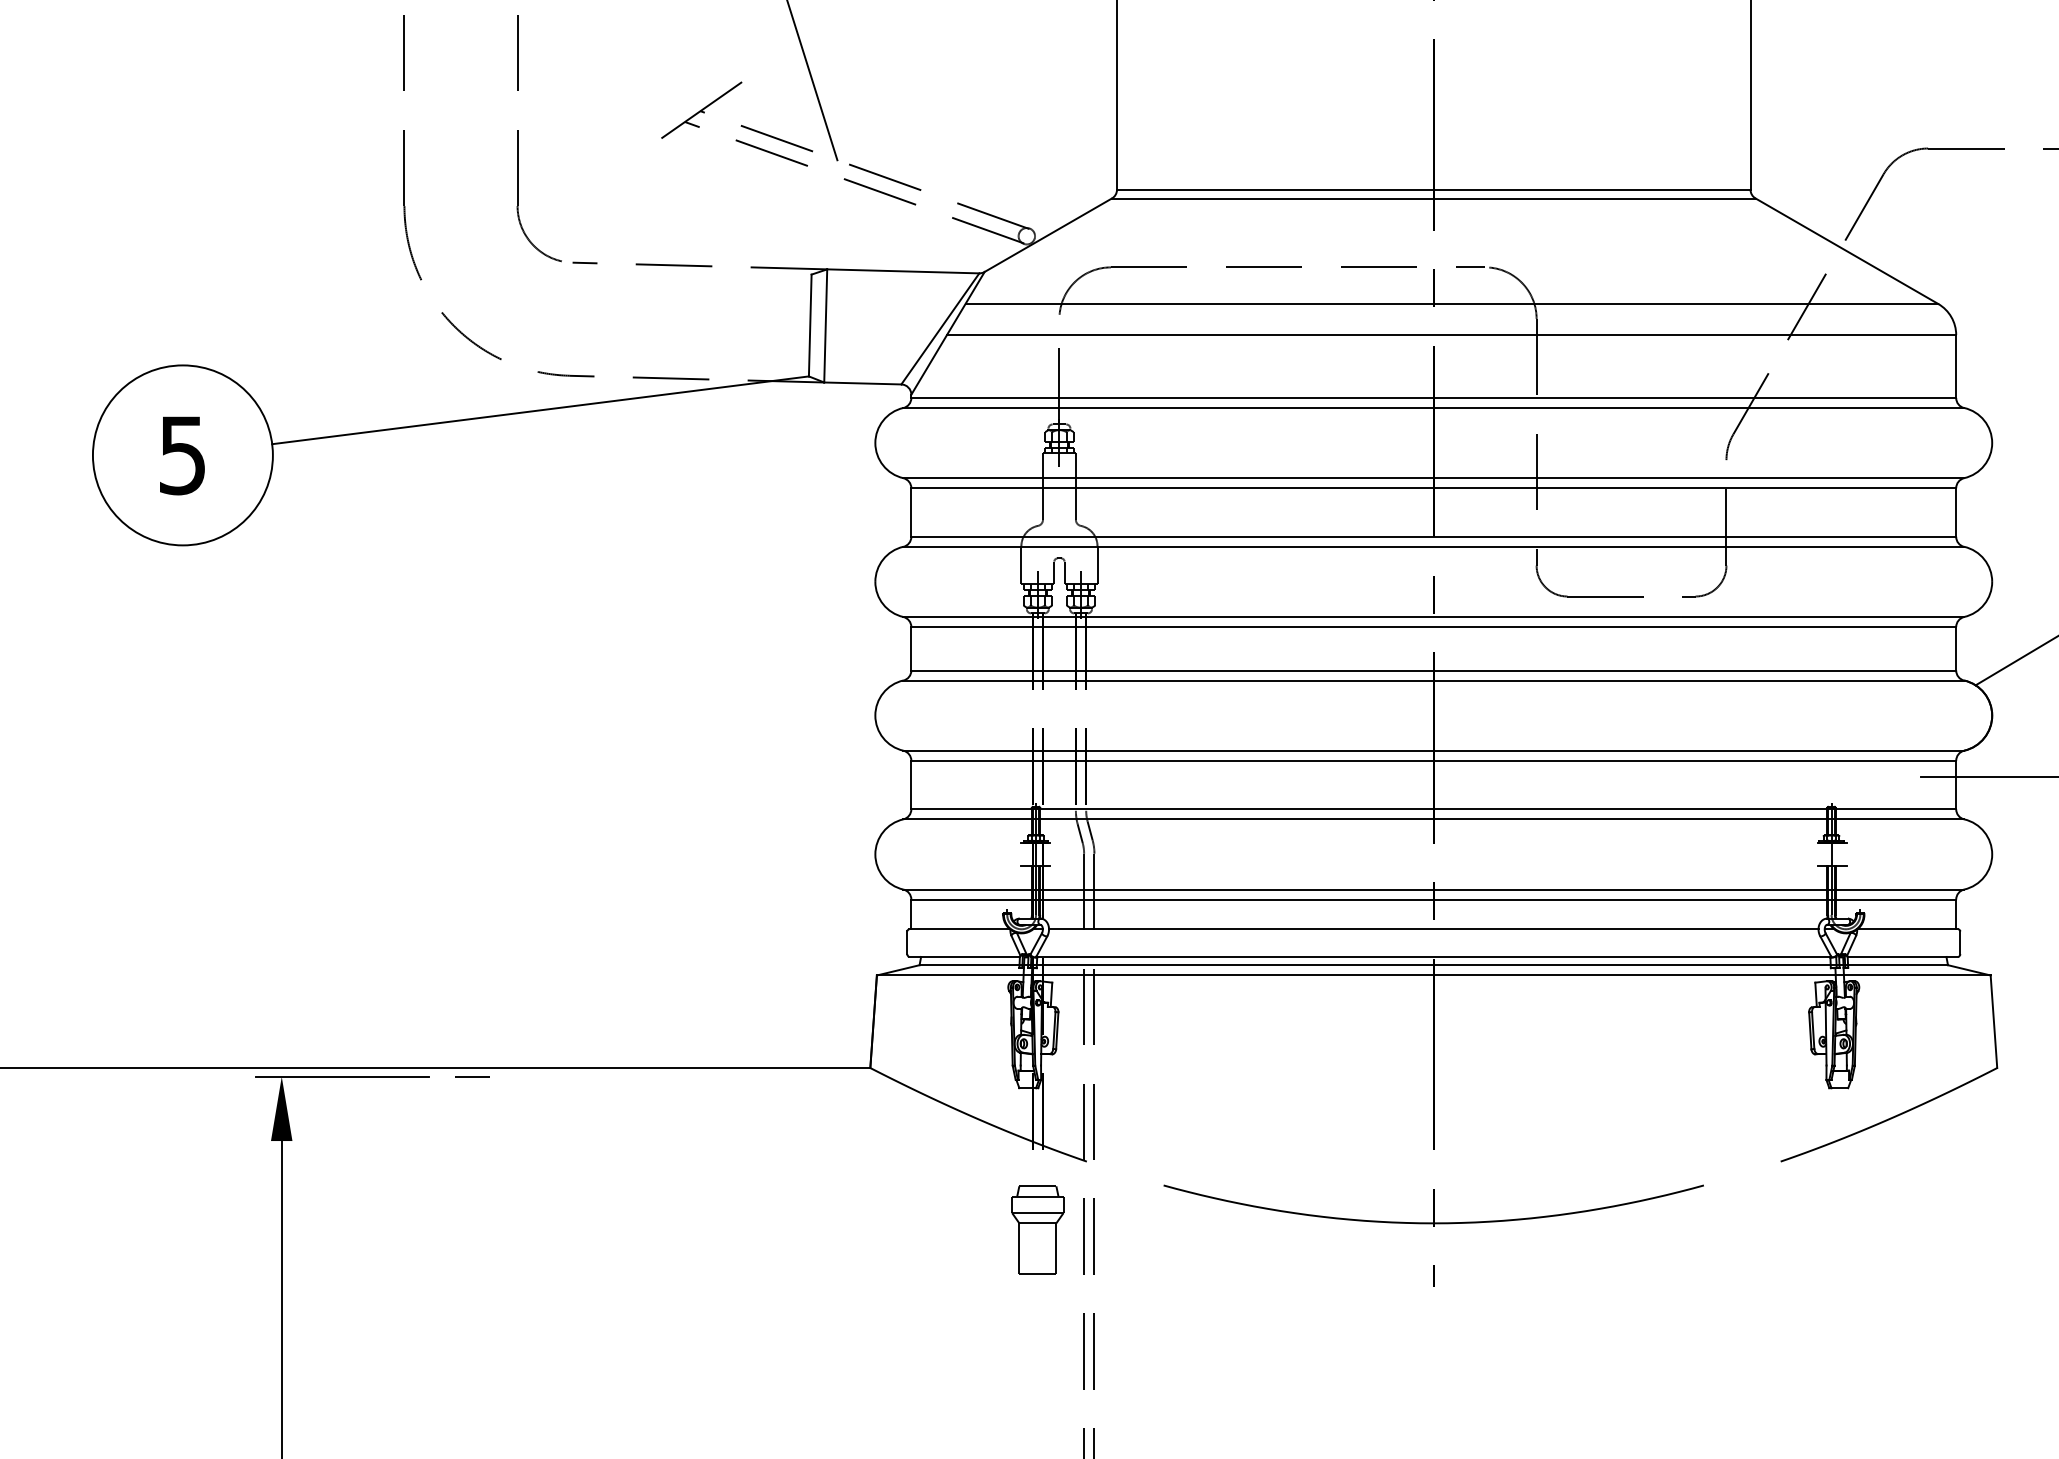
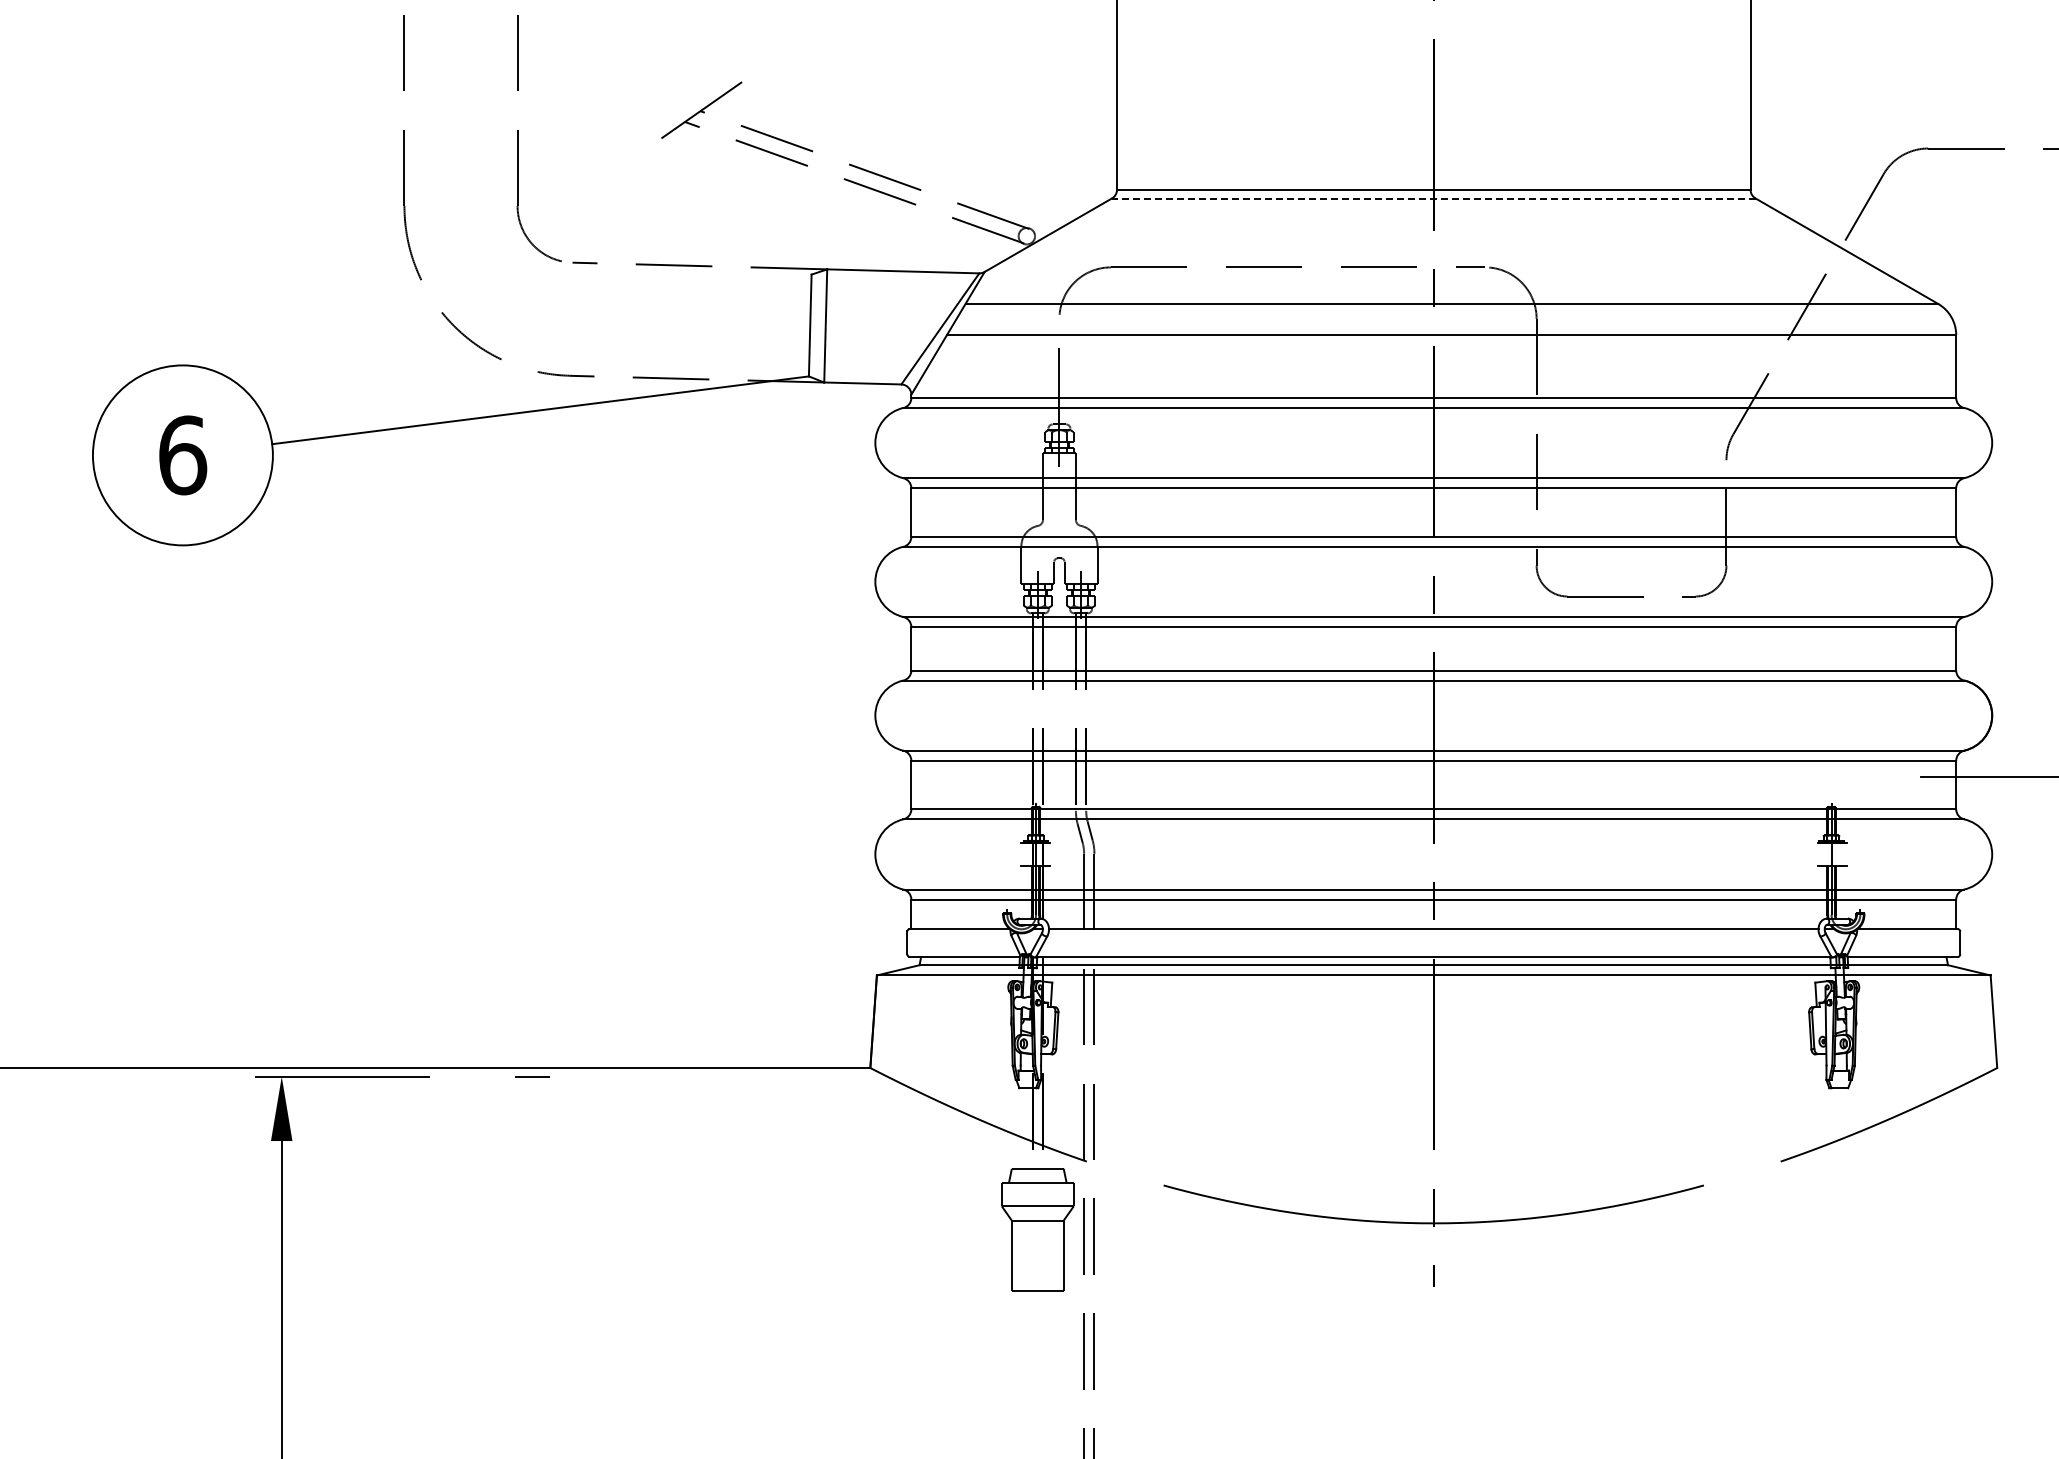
line at (812, 81): present -> none
line at (1433, 198): solid -> dashed
text at (183, 455): 5 -> 6
line at (2015, 661): present -> none
line at (472, 1076) position: (472, 1076) -> (532, 1076)
part at (1037, 1229) size: 54x90 px -> 74x124 px
